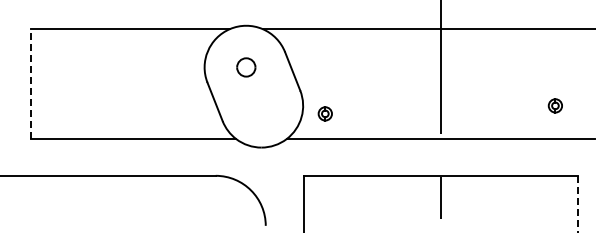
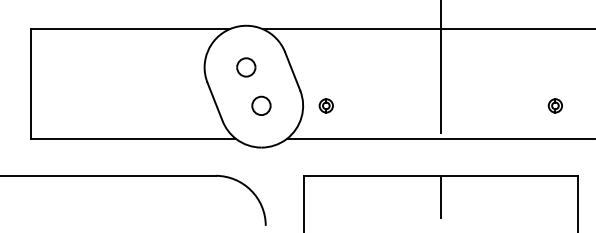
line at (31, 83): dashed -> solid
part at (261, 105): none -> present
part at (324, 113) position: (324, 113) -> (325, 105)
line at (577, 204): dashed -> solid
